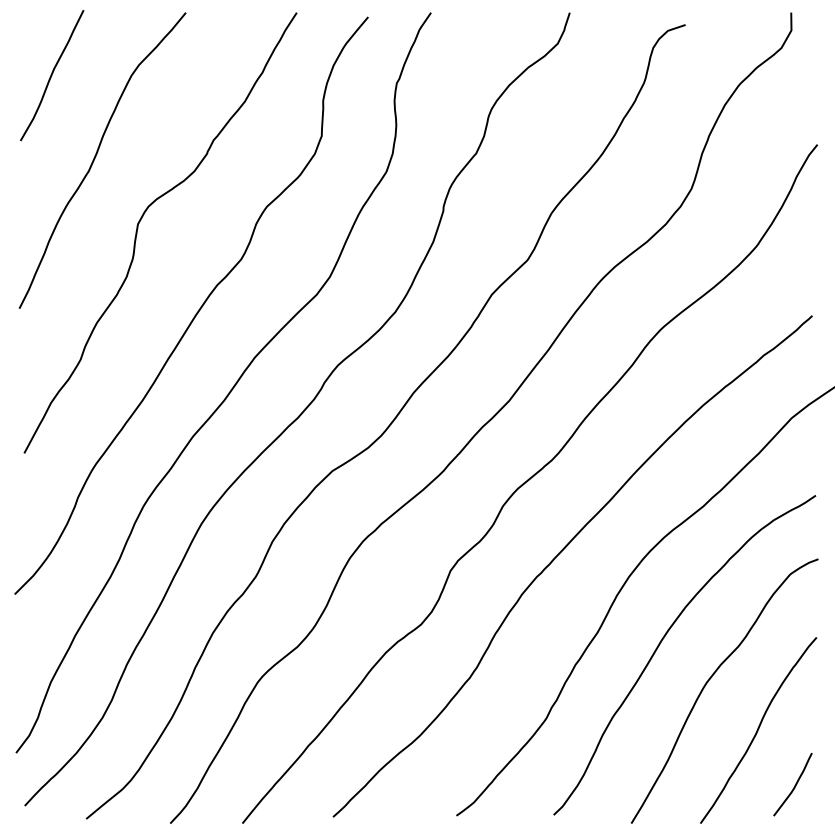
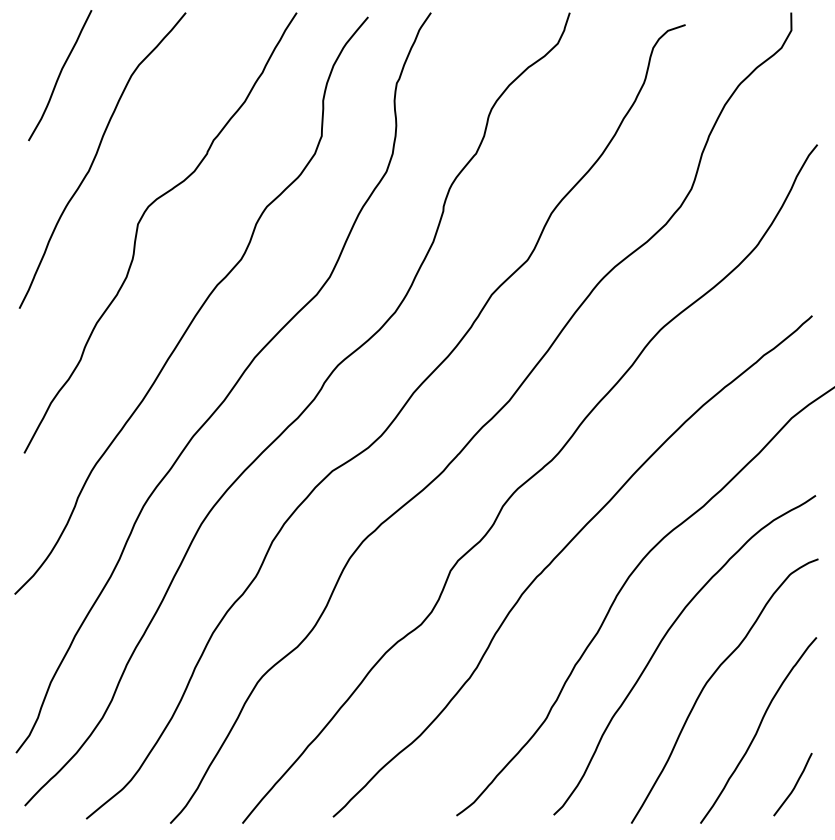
curve at (52, 75) position: (52, 75) -> (60, 75)
